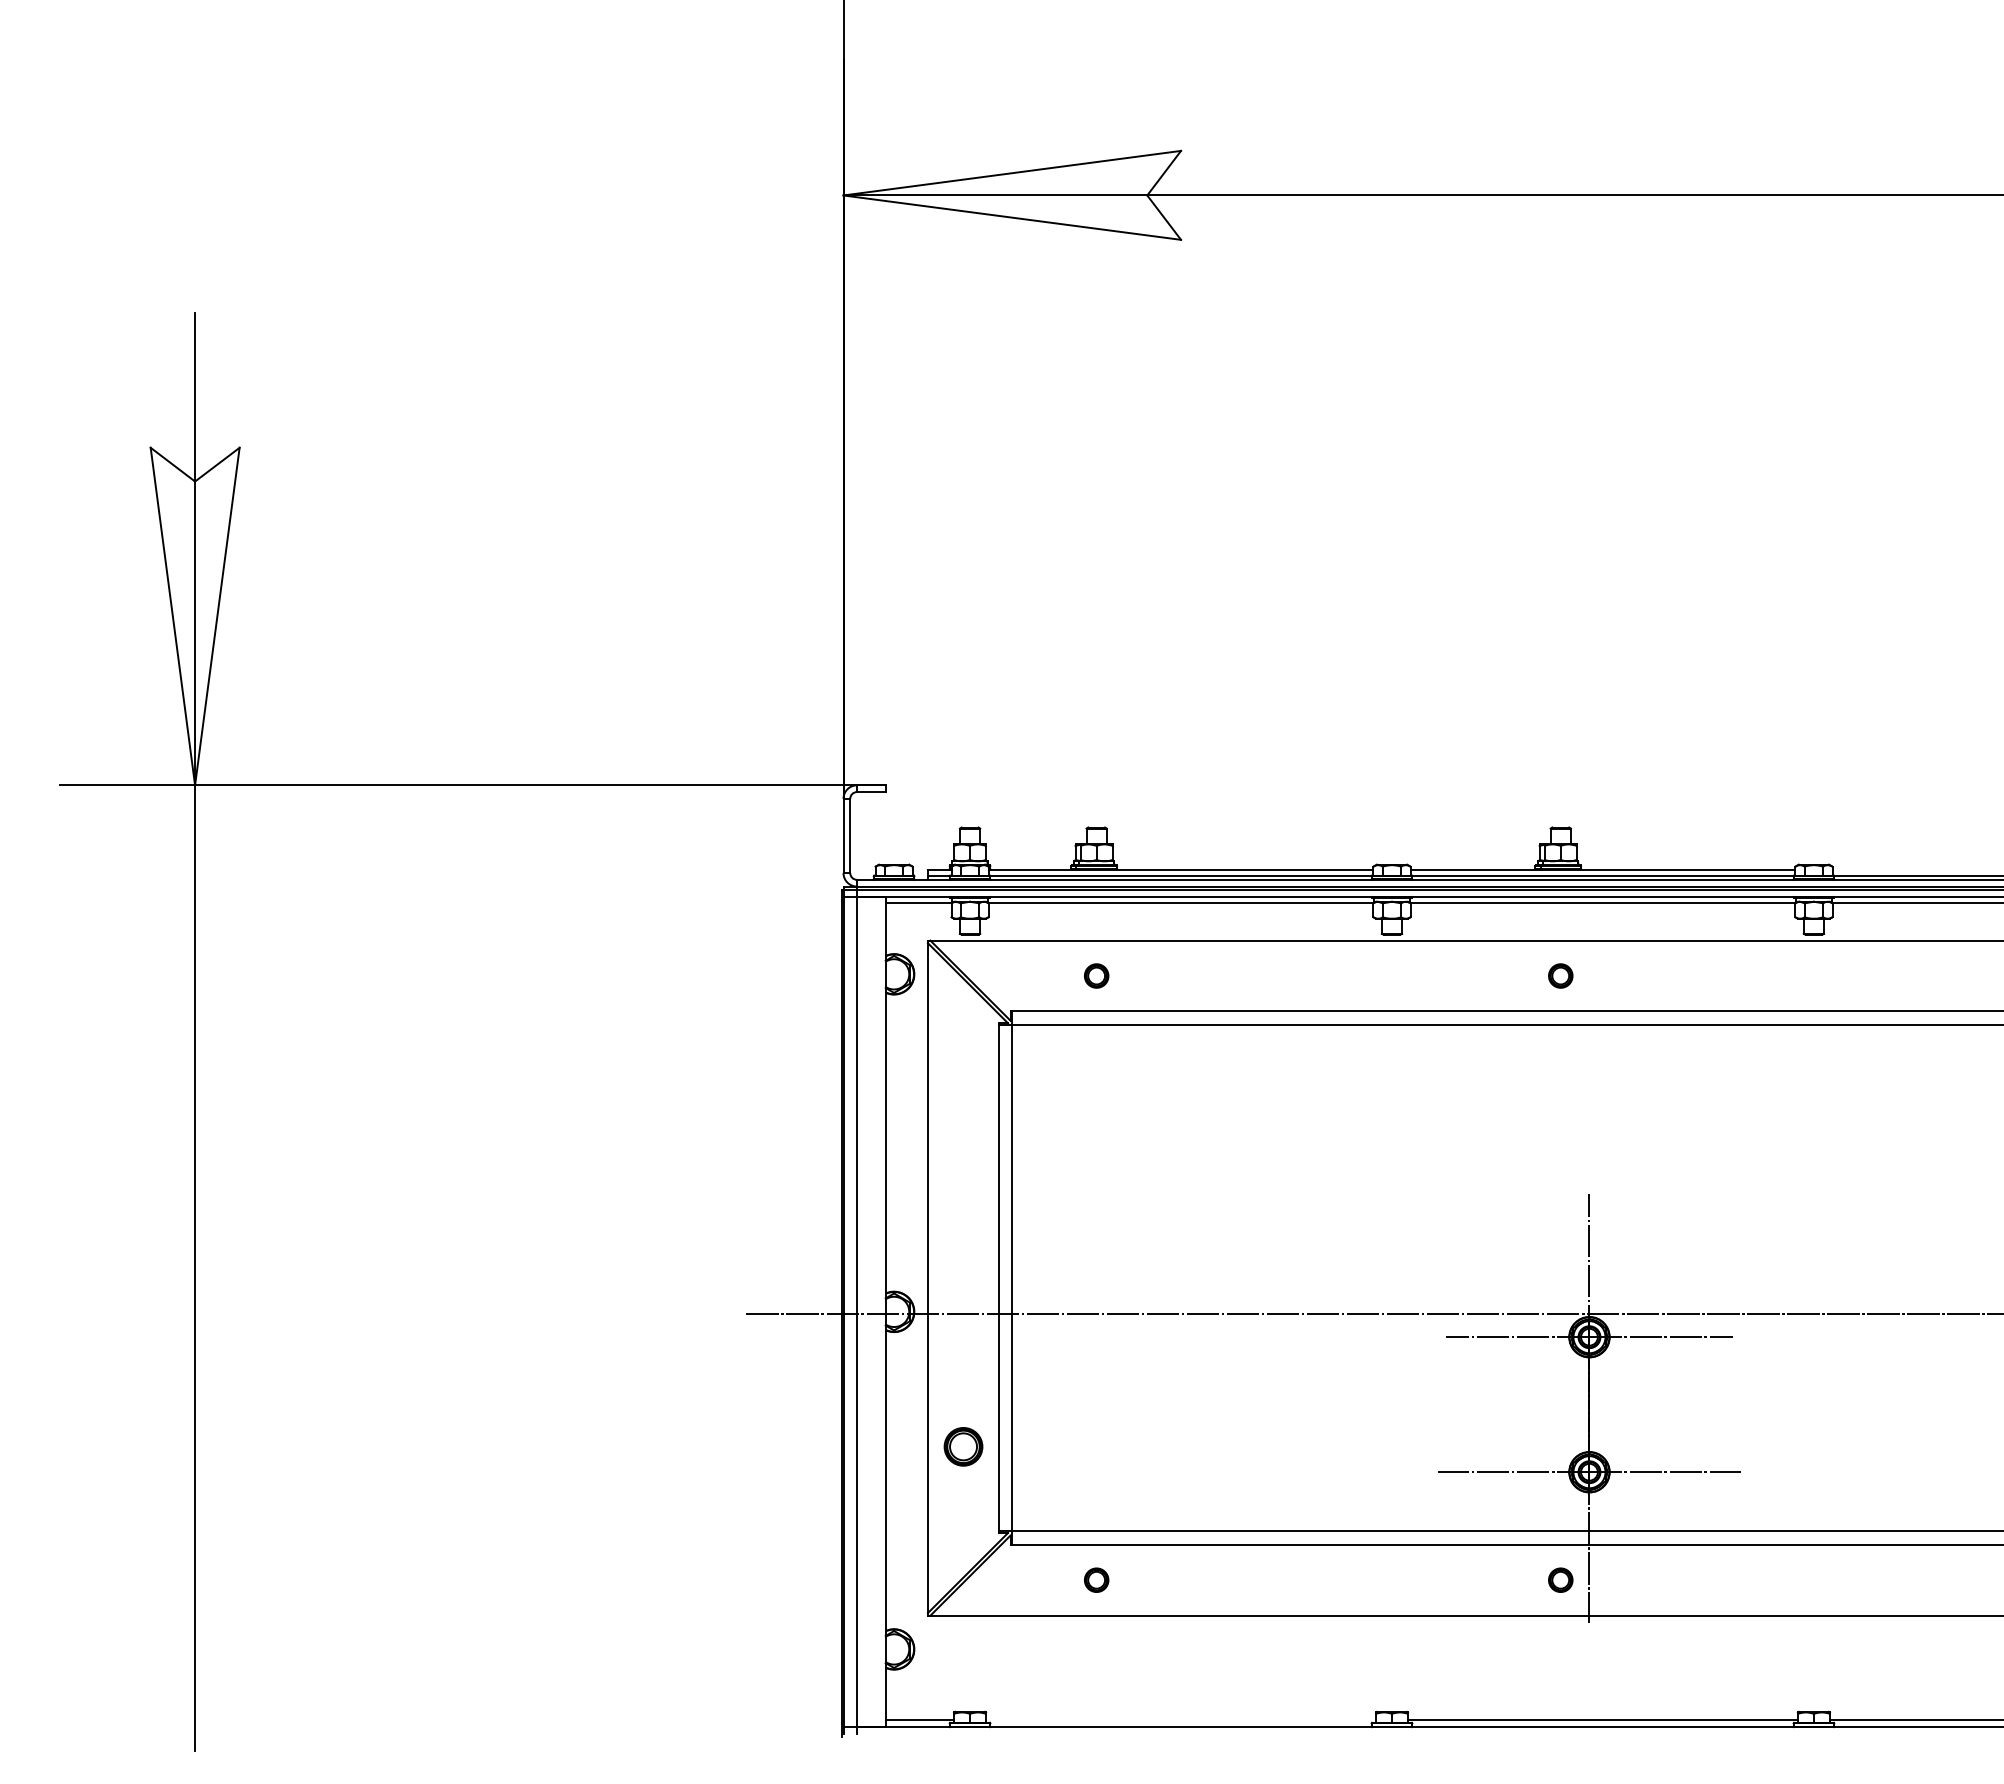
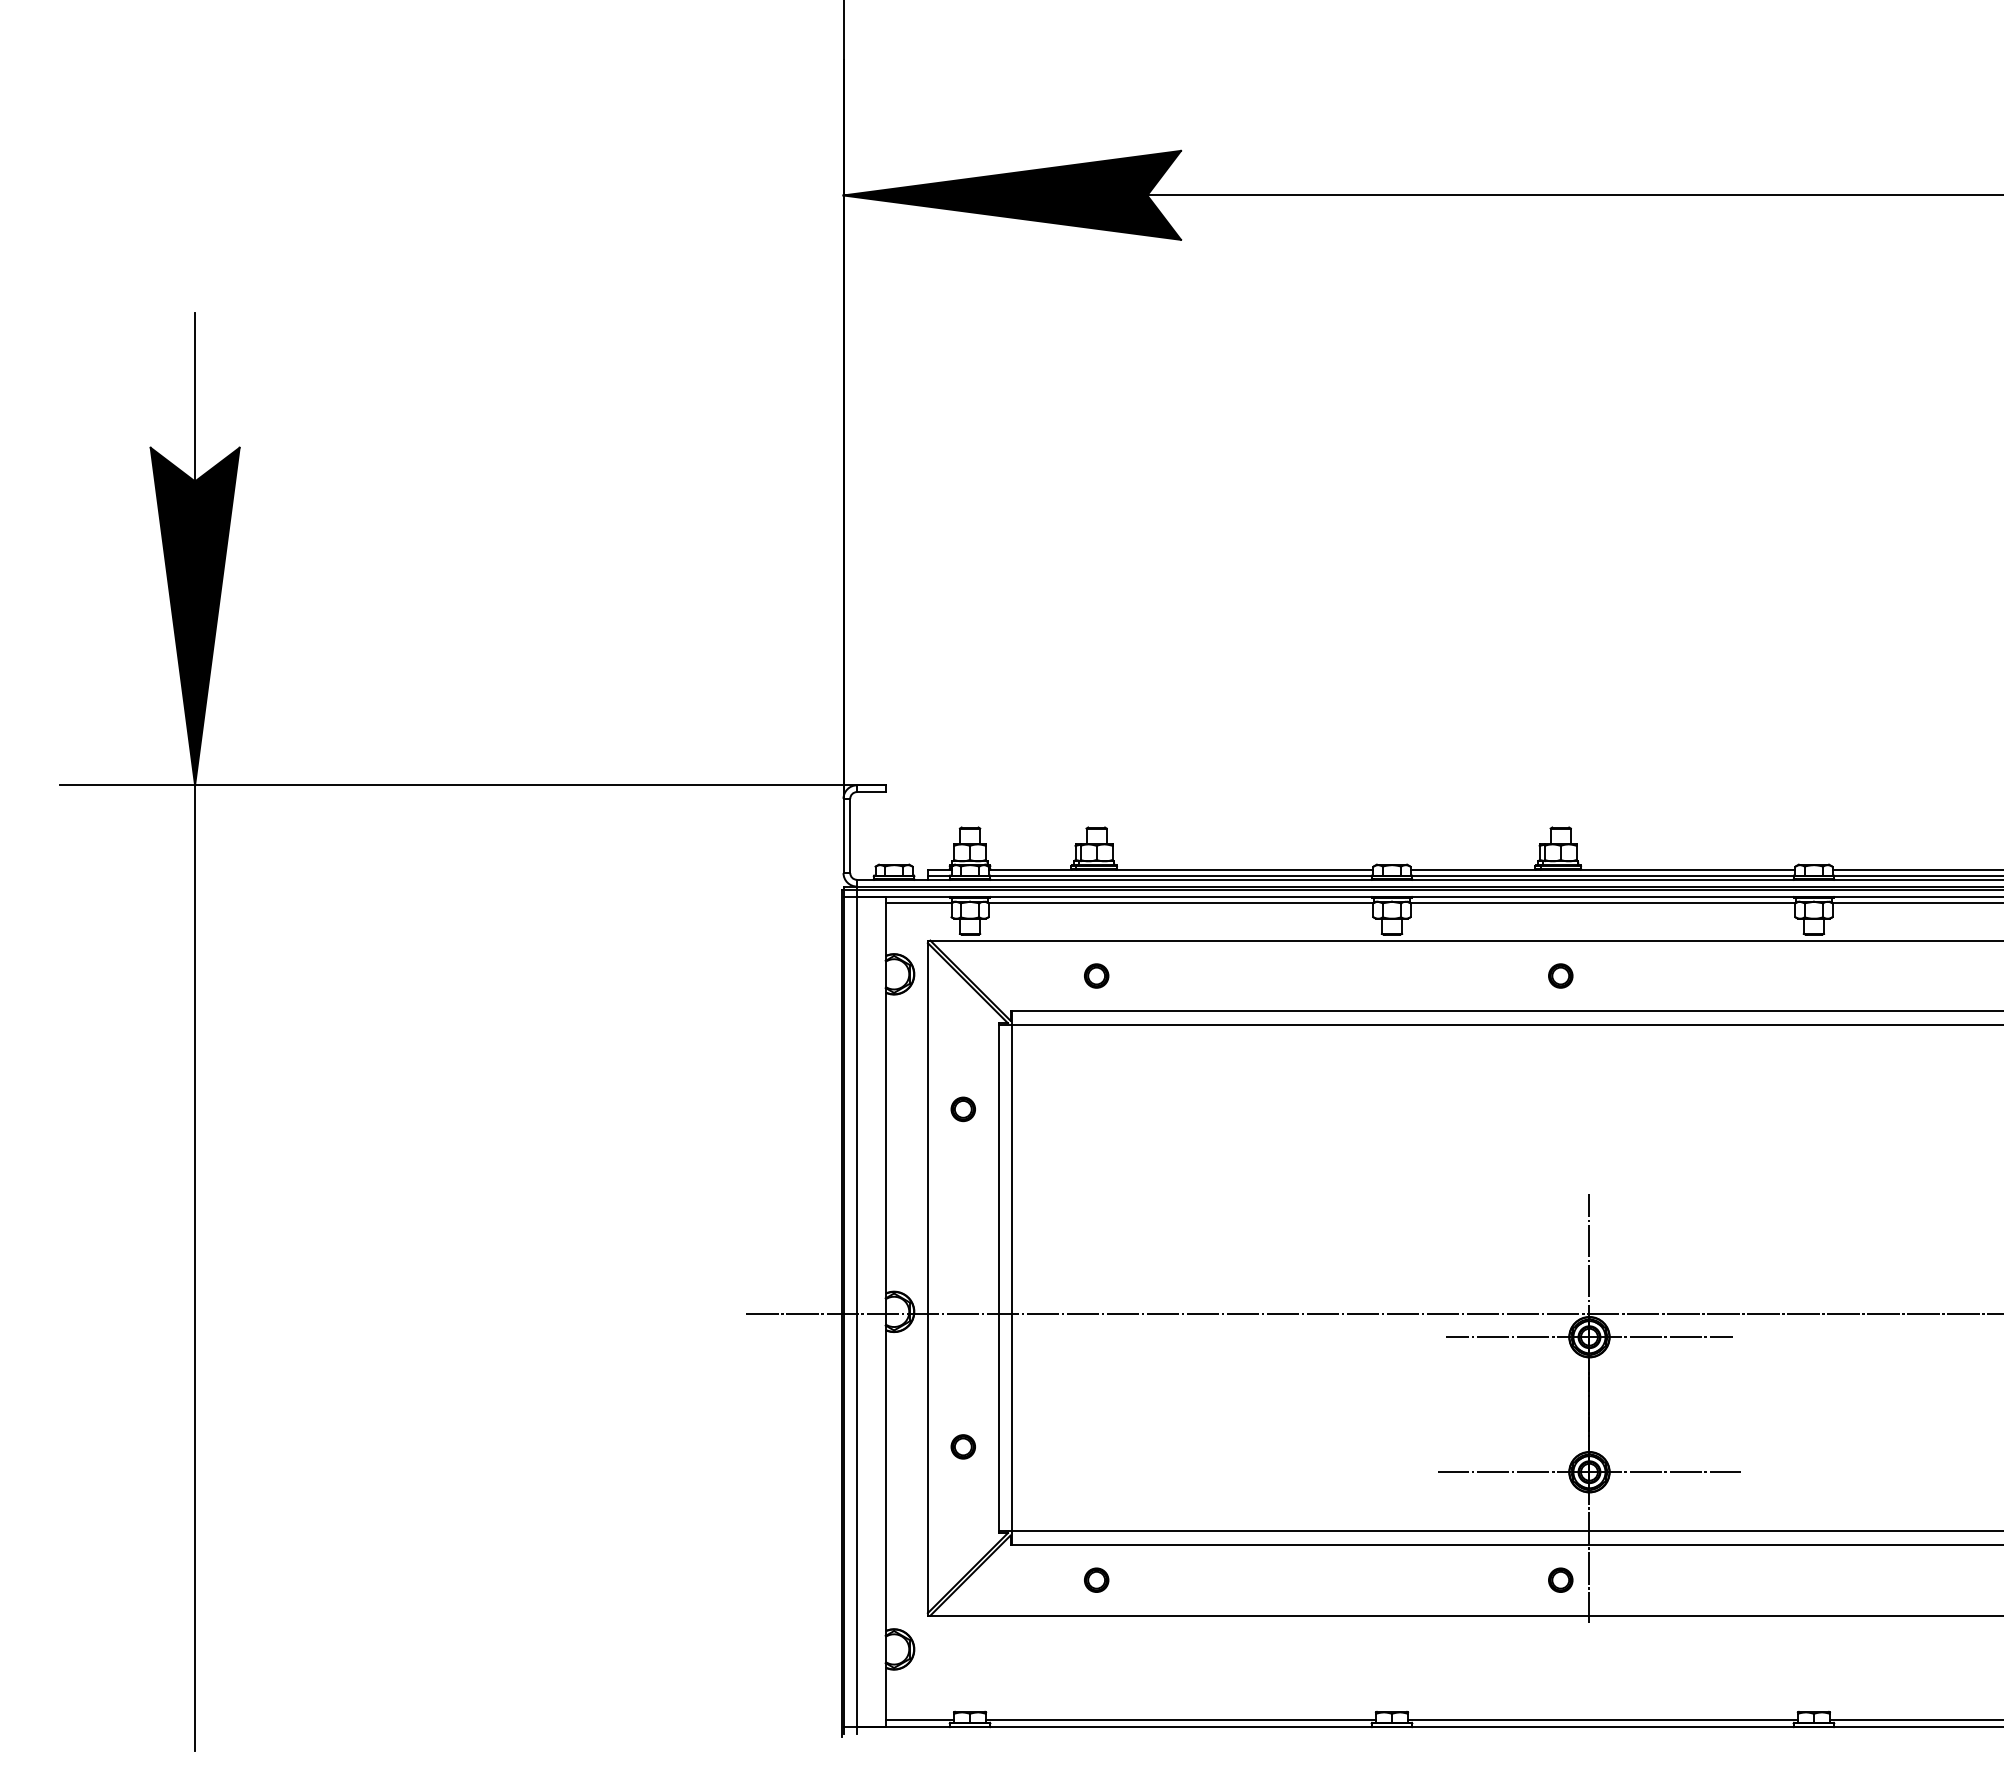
fill at (1012, 194): none -> present
fill at (194, 616): none -> present
line at (1916, 869): none -> present
part at (962, 1109): none -> present
part at (963, 1446) size: 41x40 px -> 26x26 px
line at (1180, 1720): none -> present
